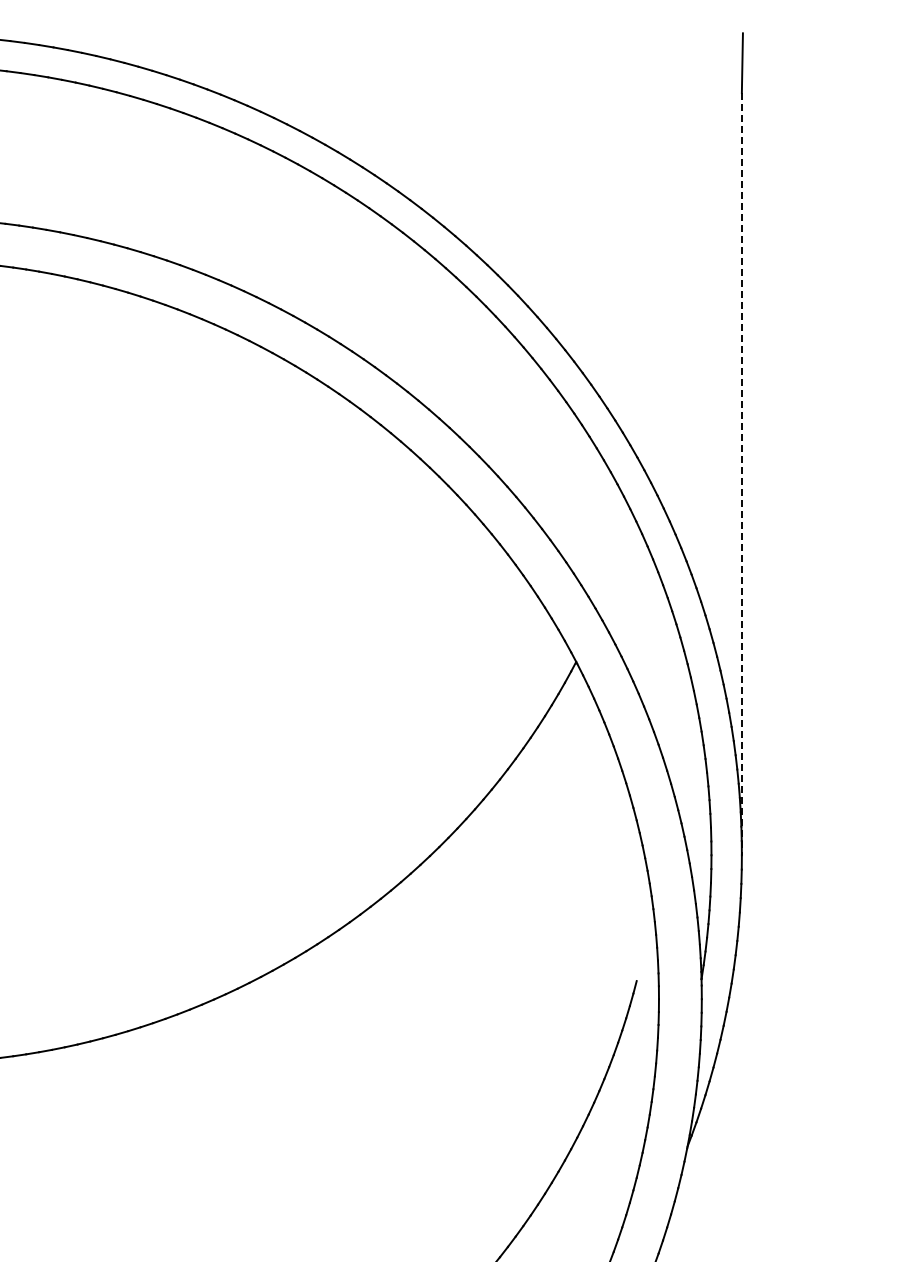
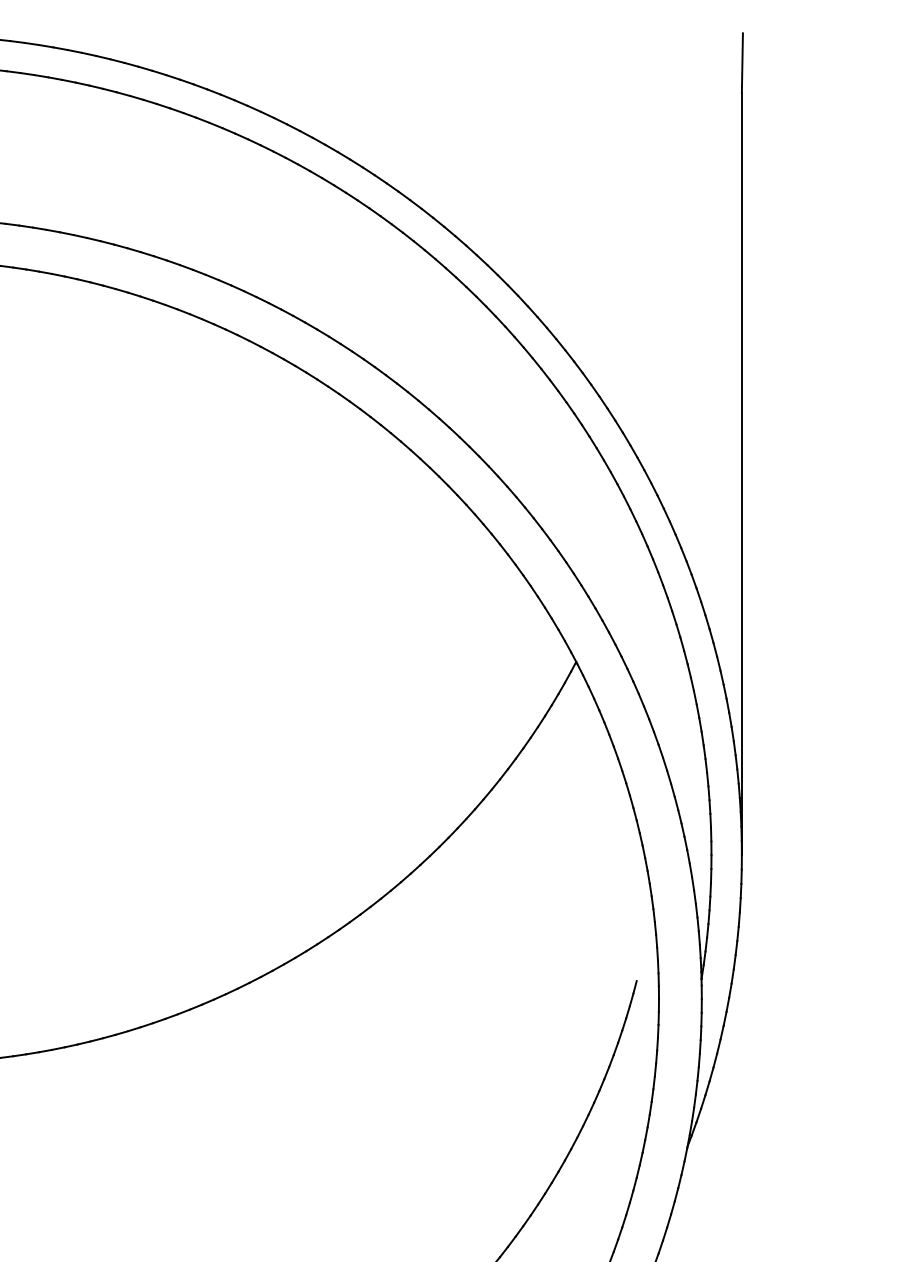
line at (741, 474): dashed -> solid
